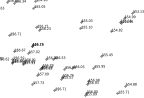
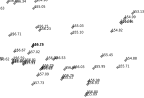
part at (85, 24) position: (85, 24) -> (76, 29)
part at (126, 88) position: (126, 88) -> (126, 62)
part at (59, 89): present -> none
